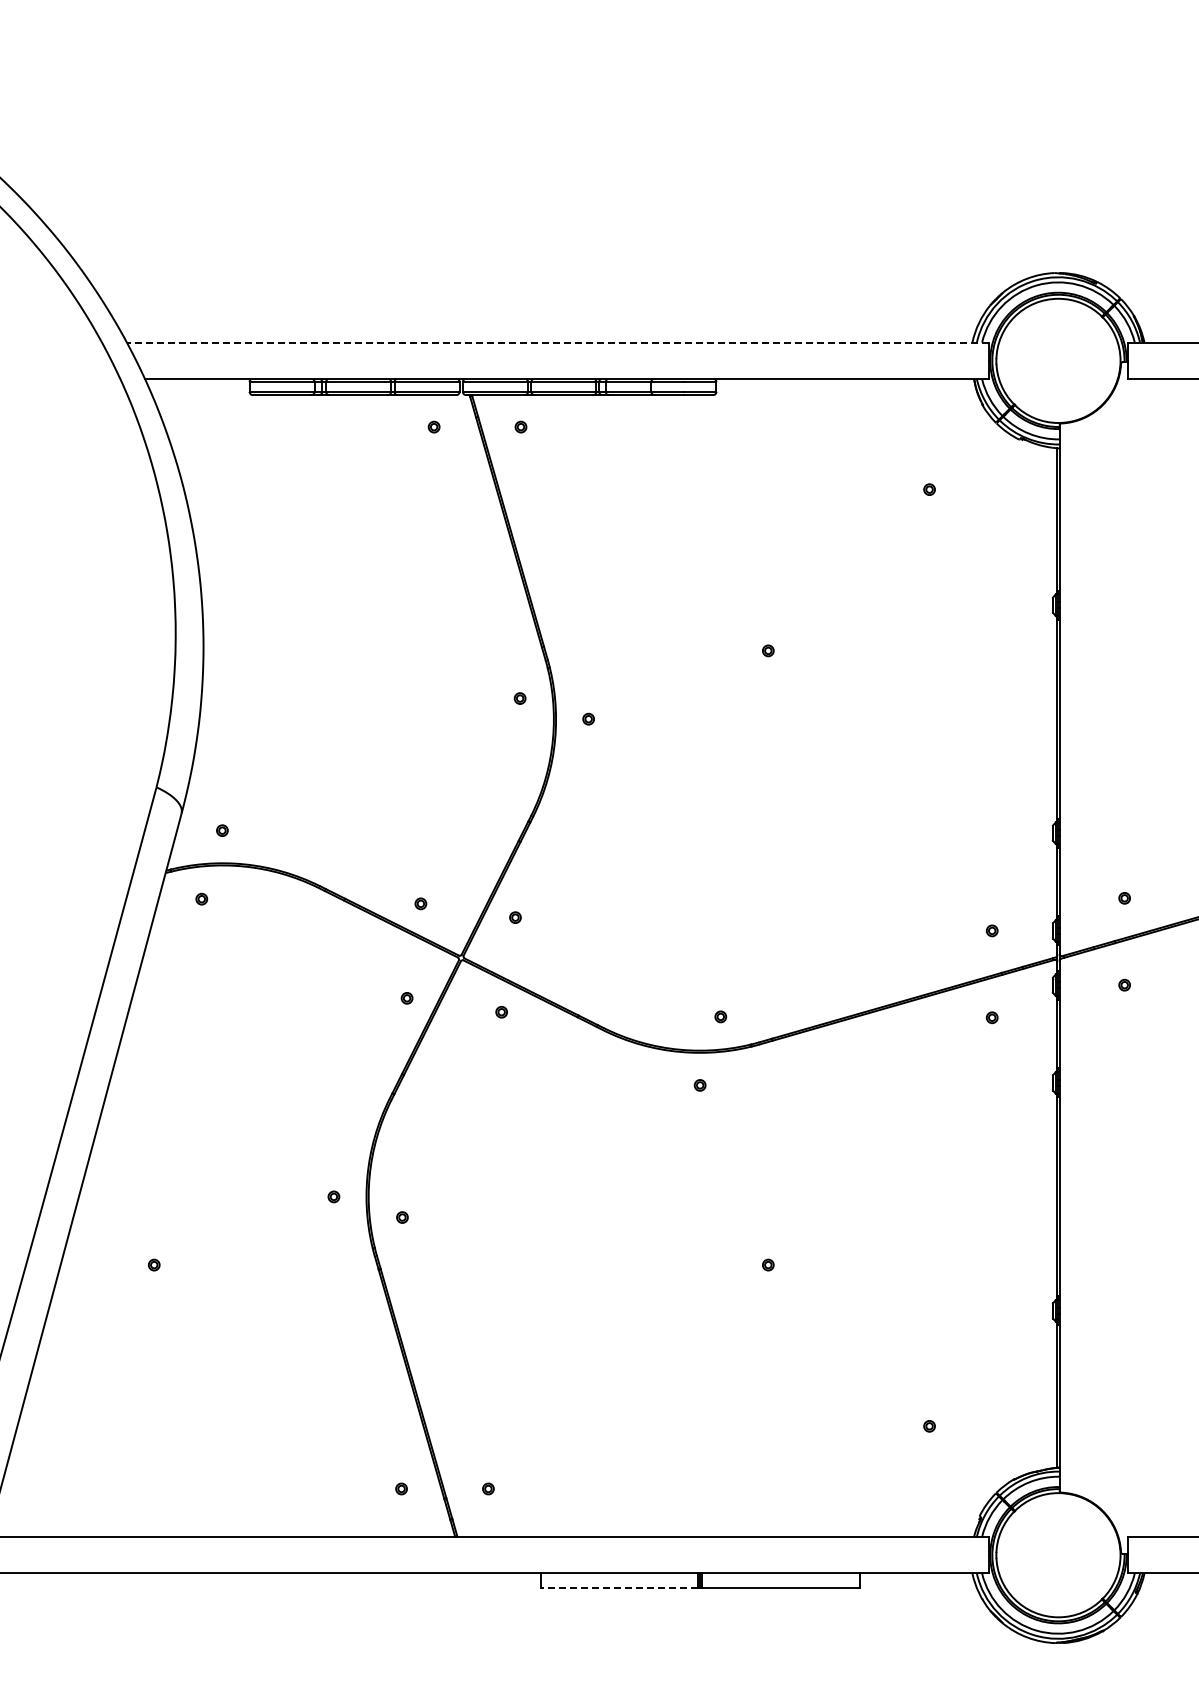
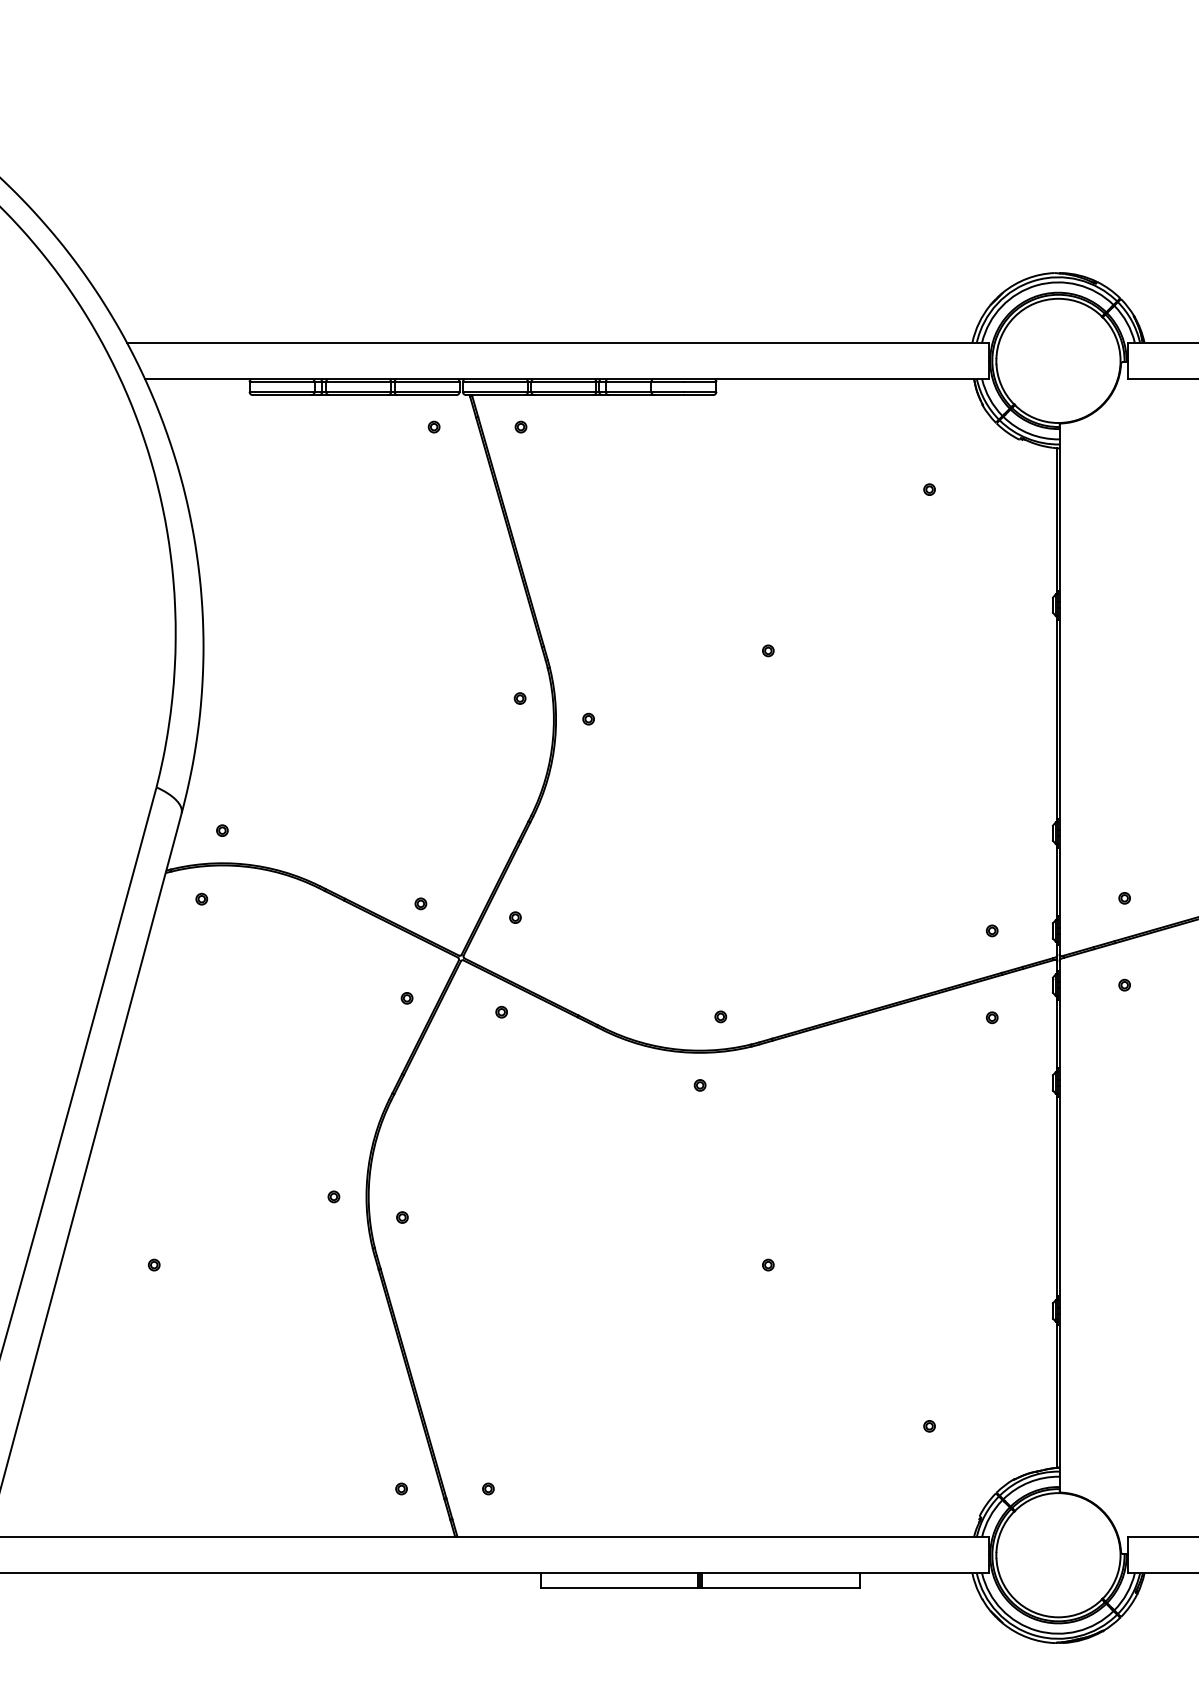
line at (557, 342): dashed -> solid
line at (619, 1587): dashed -> solid
